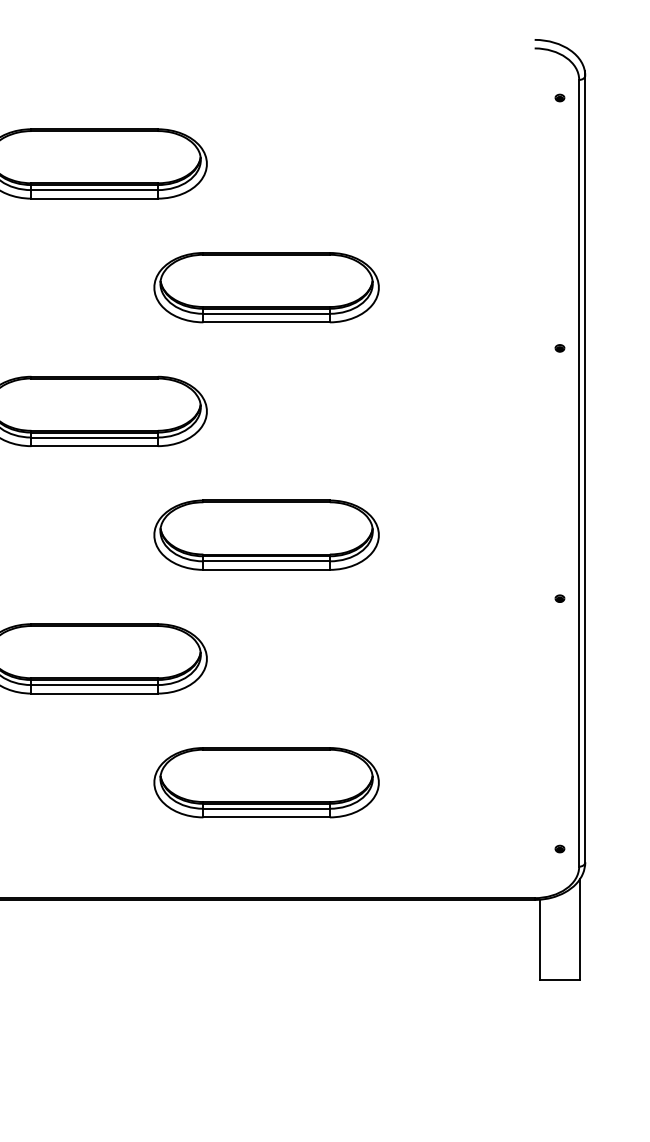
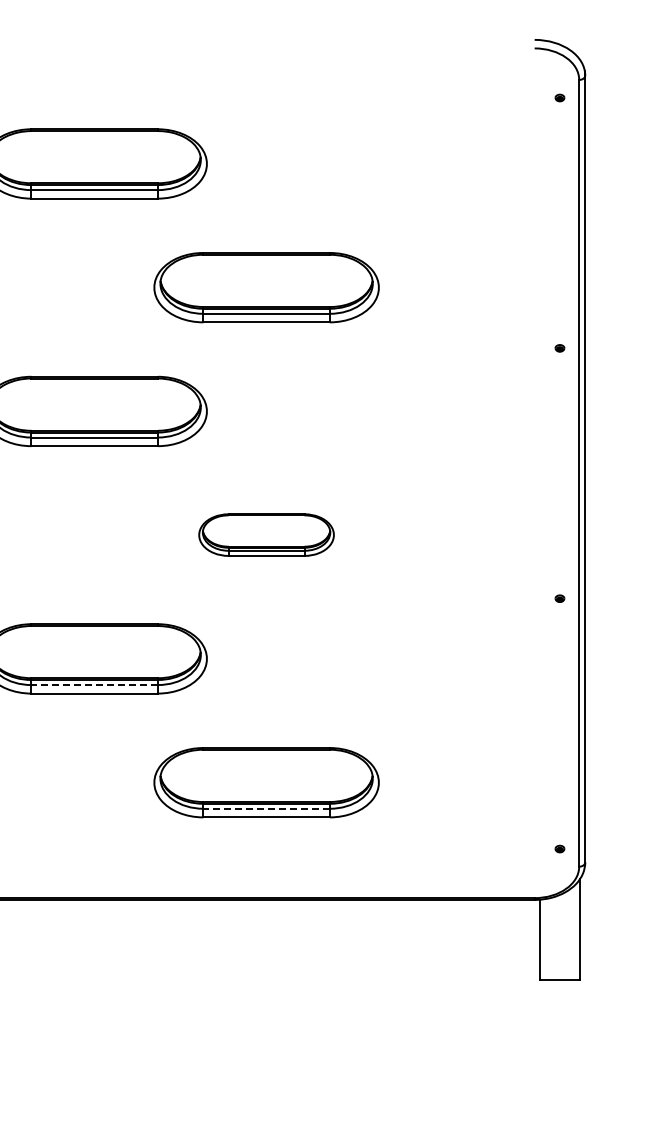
part at (266, 534) size: 227x72 px -> 137x44 px
line at (94, 685): solid -> dashed
line at (266, 808): solid -> dashed
